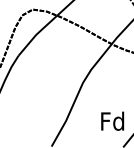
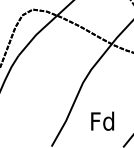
text at (112, 120) position: (112, 120) -> (102, 120)
